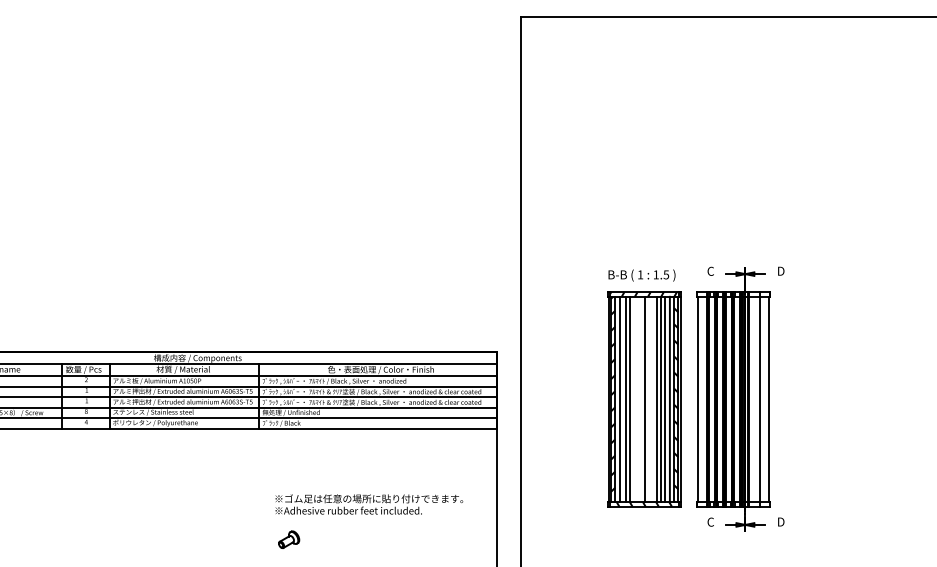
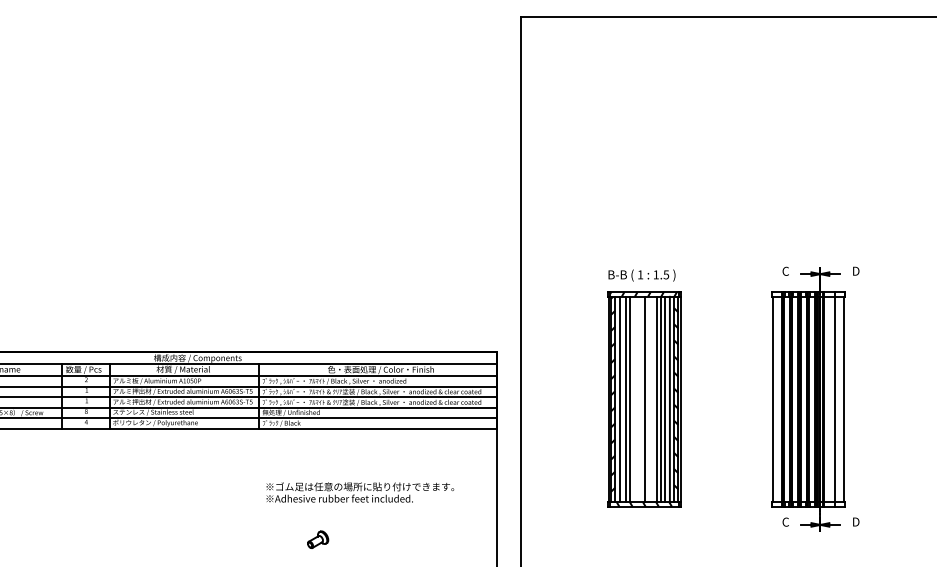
part at (740, 398) position: (740, 398) -> (815, 398)
text at (369, 504) position: (369, 504) -> (360, 492)
part at (289, 539) position: (289, 539) -> (318, 539)
